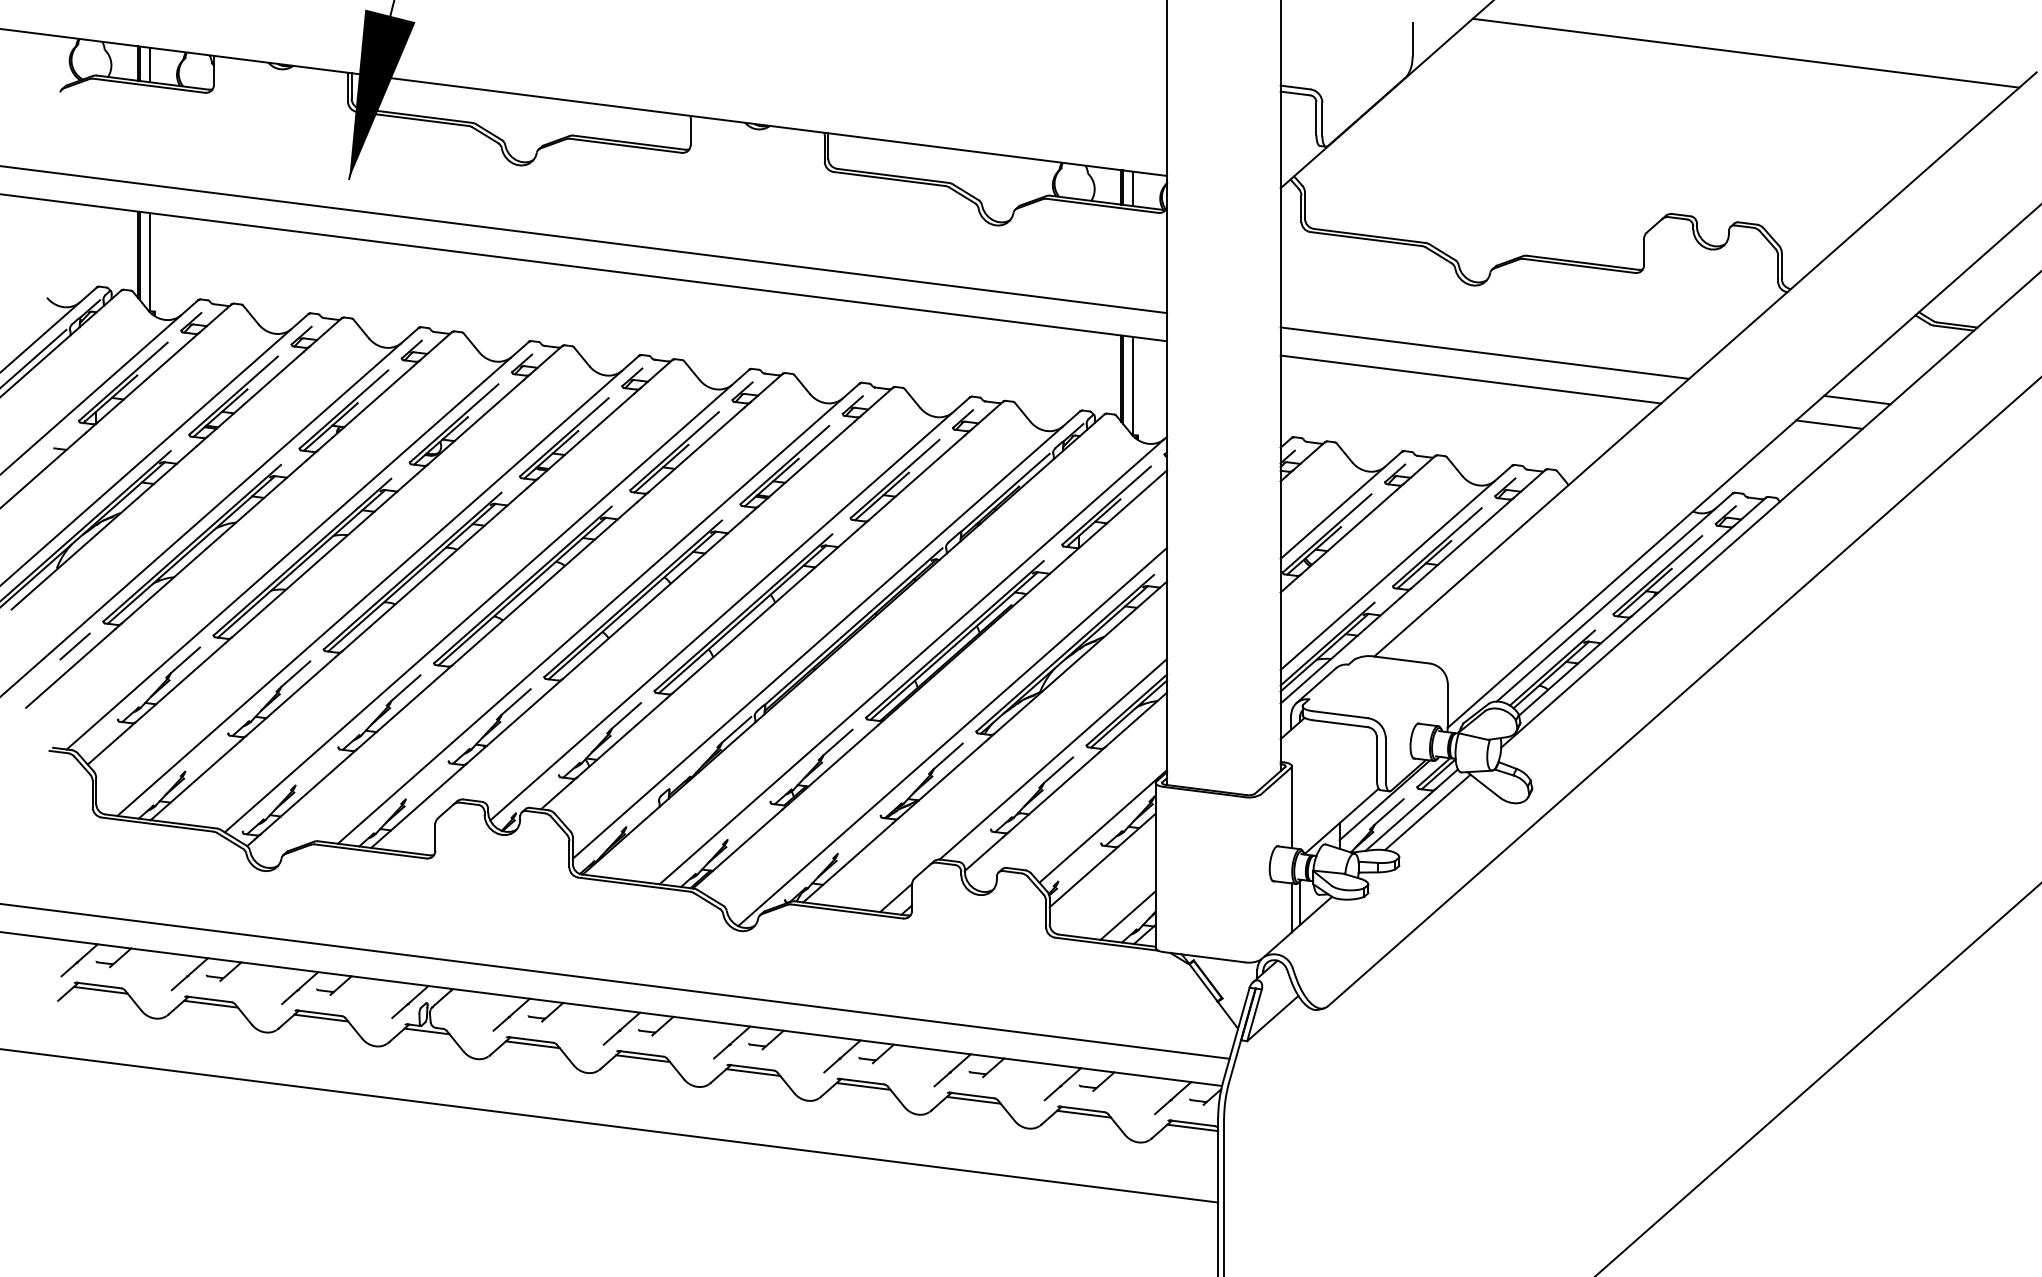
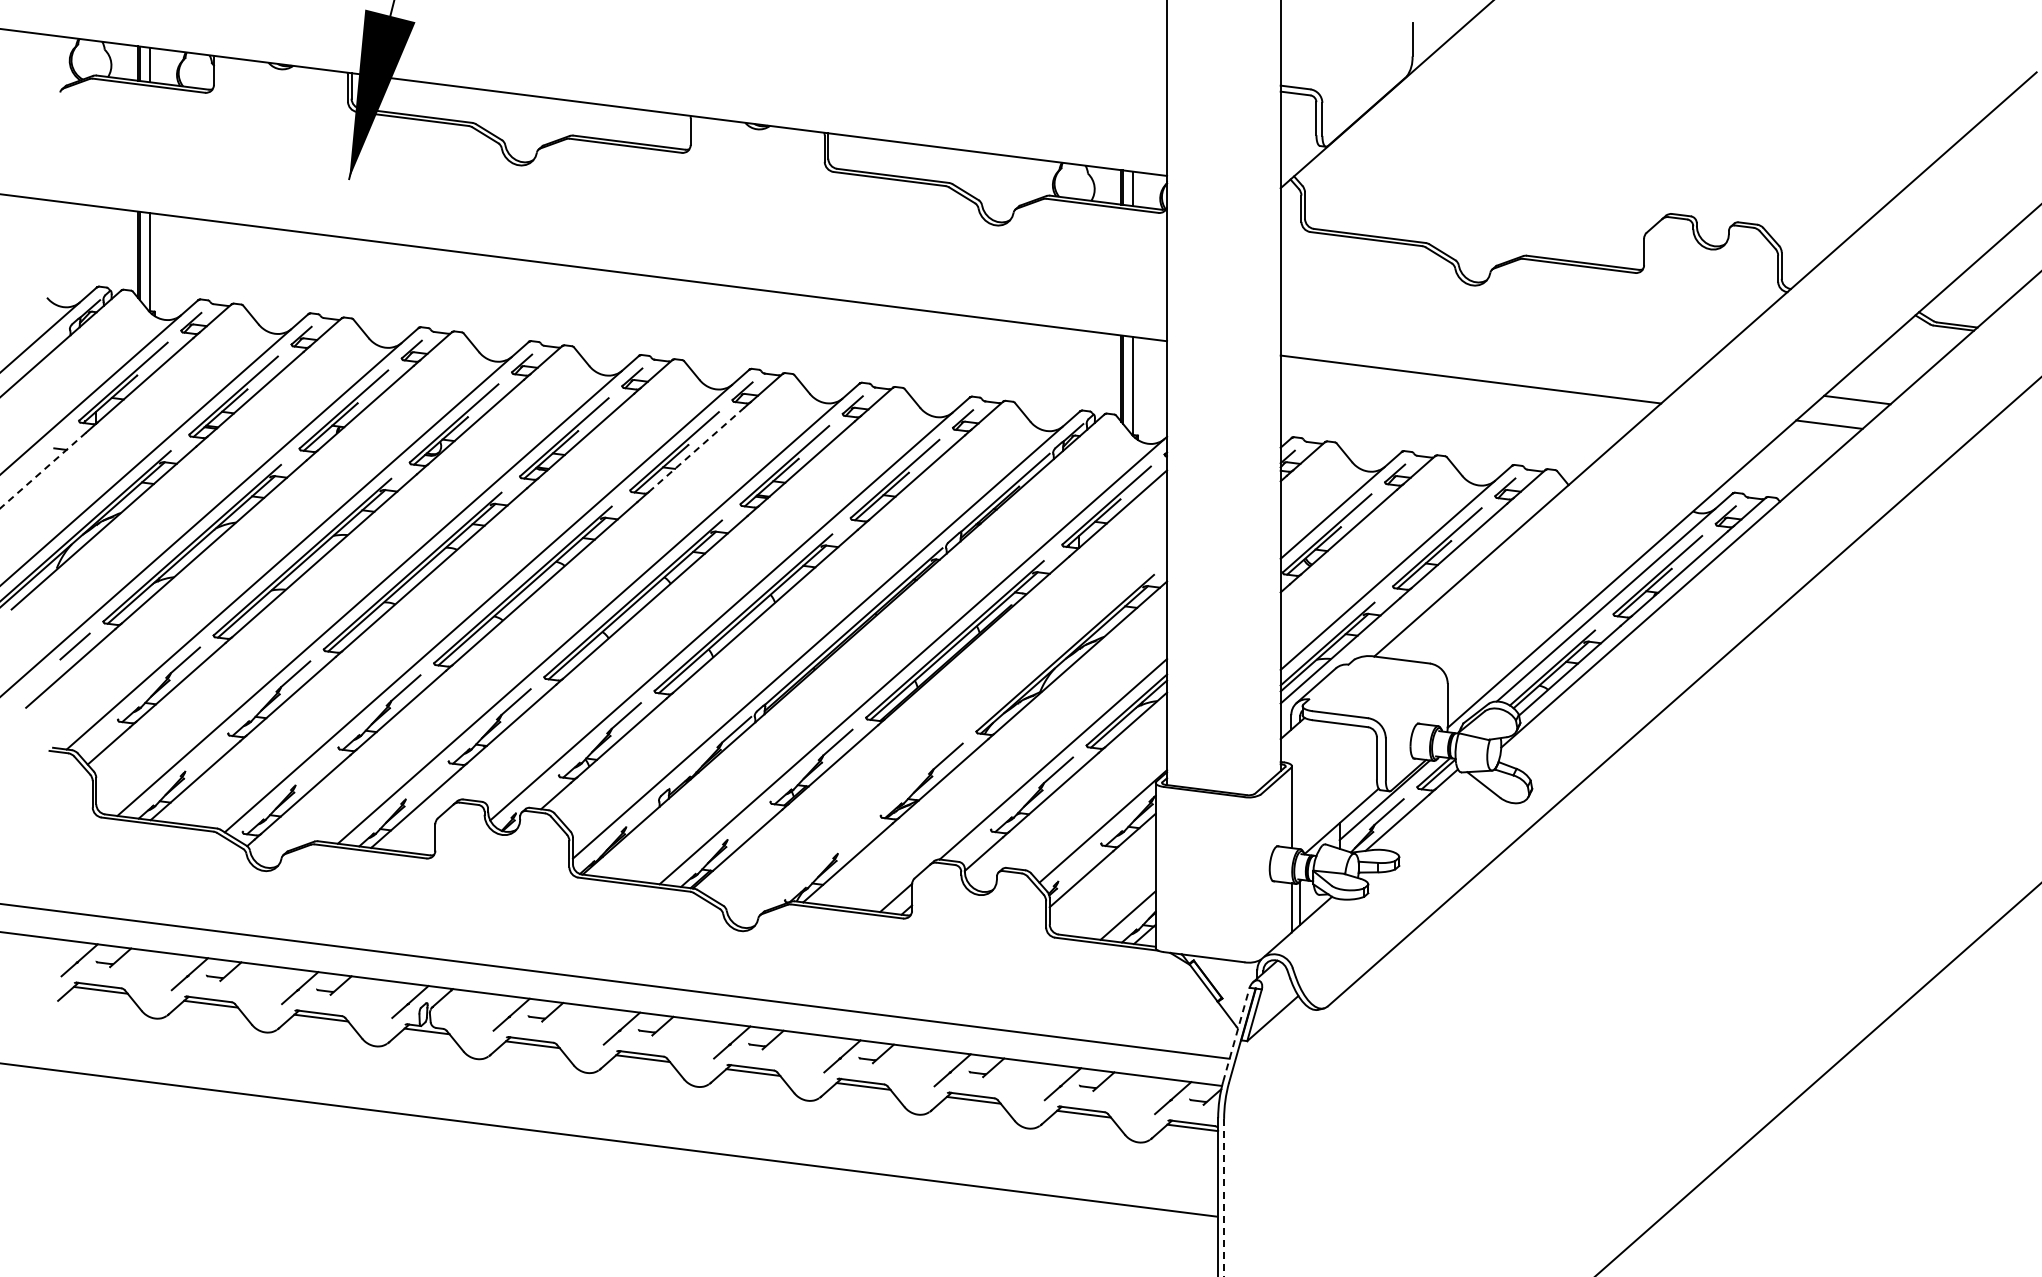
line at (1745, 52): present -> none
line at (584, 239): present -> none
line at (1484, 352): present -> none
line at (34, 357): present -> none
line at (696, 449): solid -> dashed
line at (42, 470): solid -> dashed
line at (952, 736): present -> none
line at (1427, 812): present -> none
line at (1236, 1034): solid -> dashed
line at (610, 1125) position: (610, 1125) -> (609, 1139)
line at (1224, 1197): solid -> dashed
